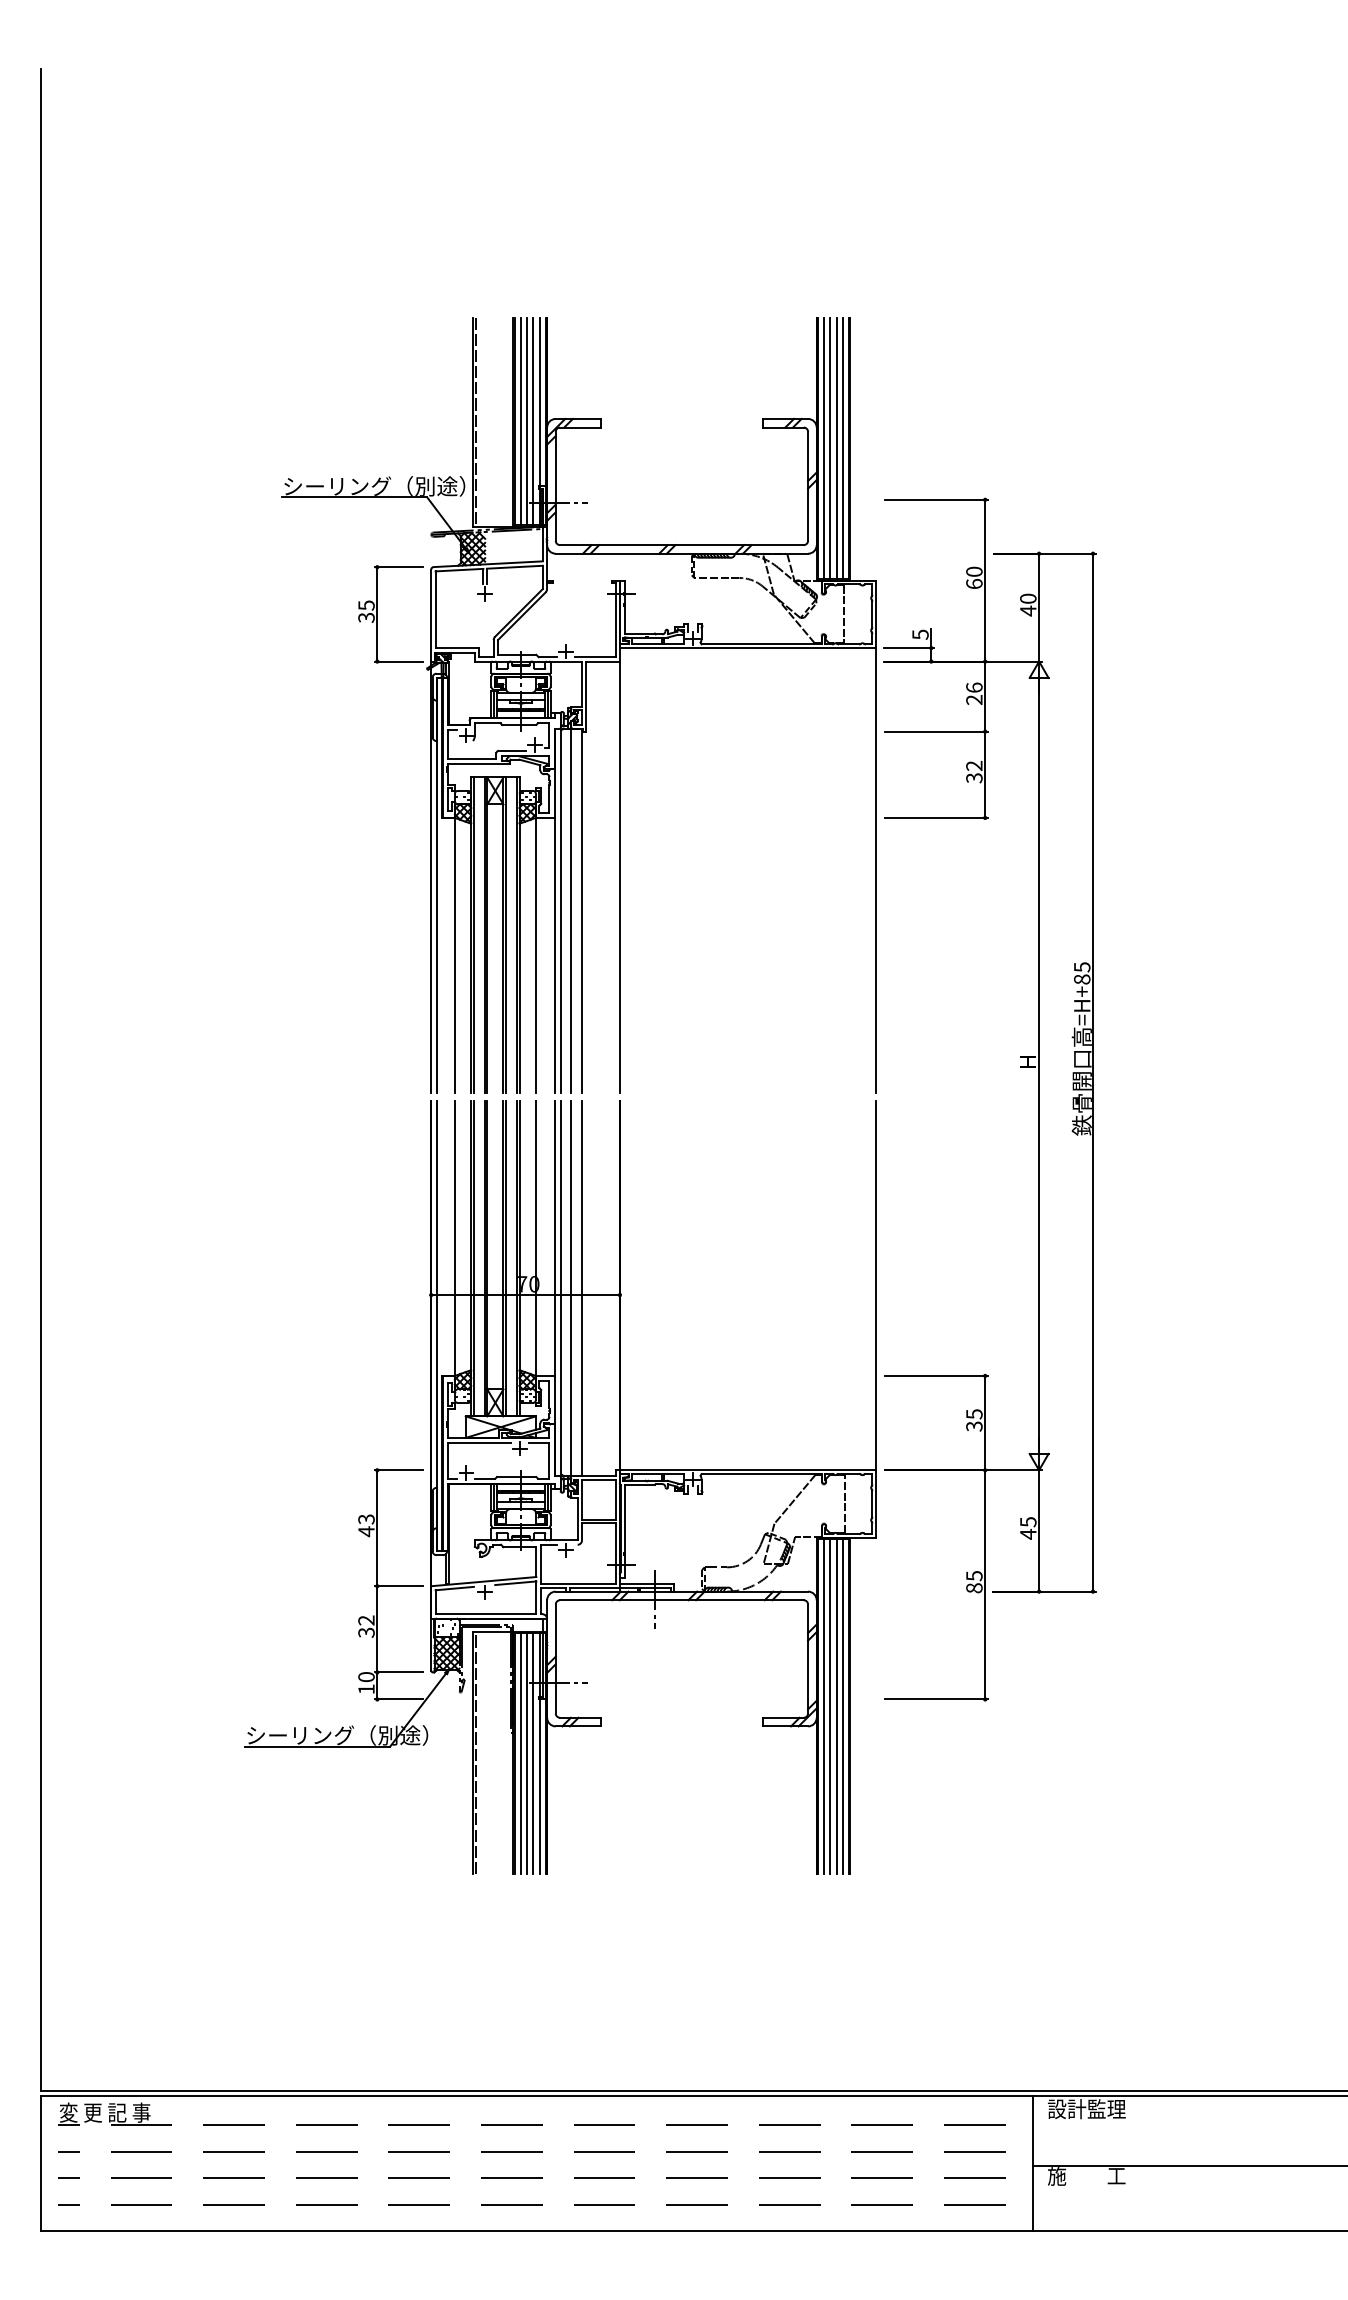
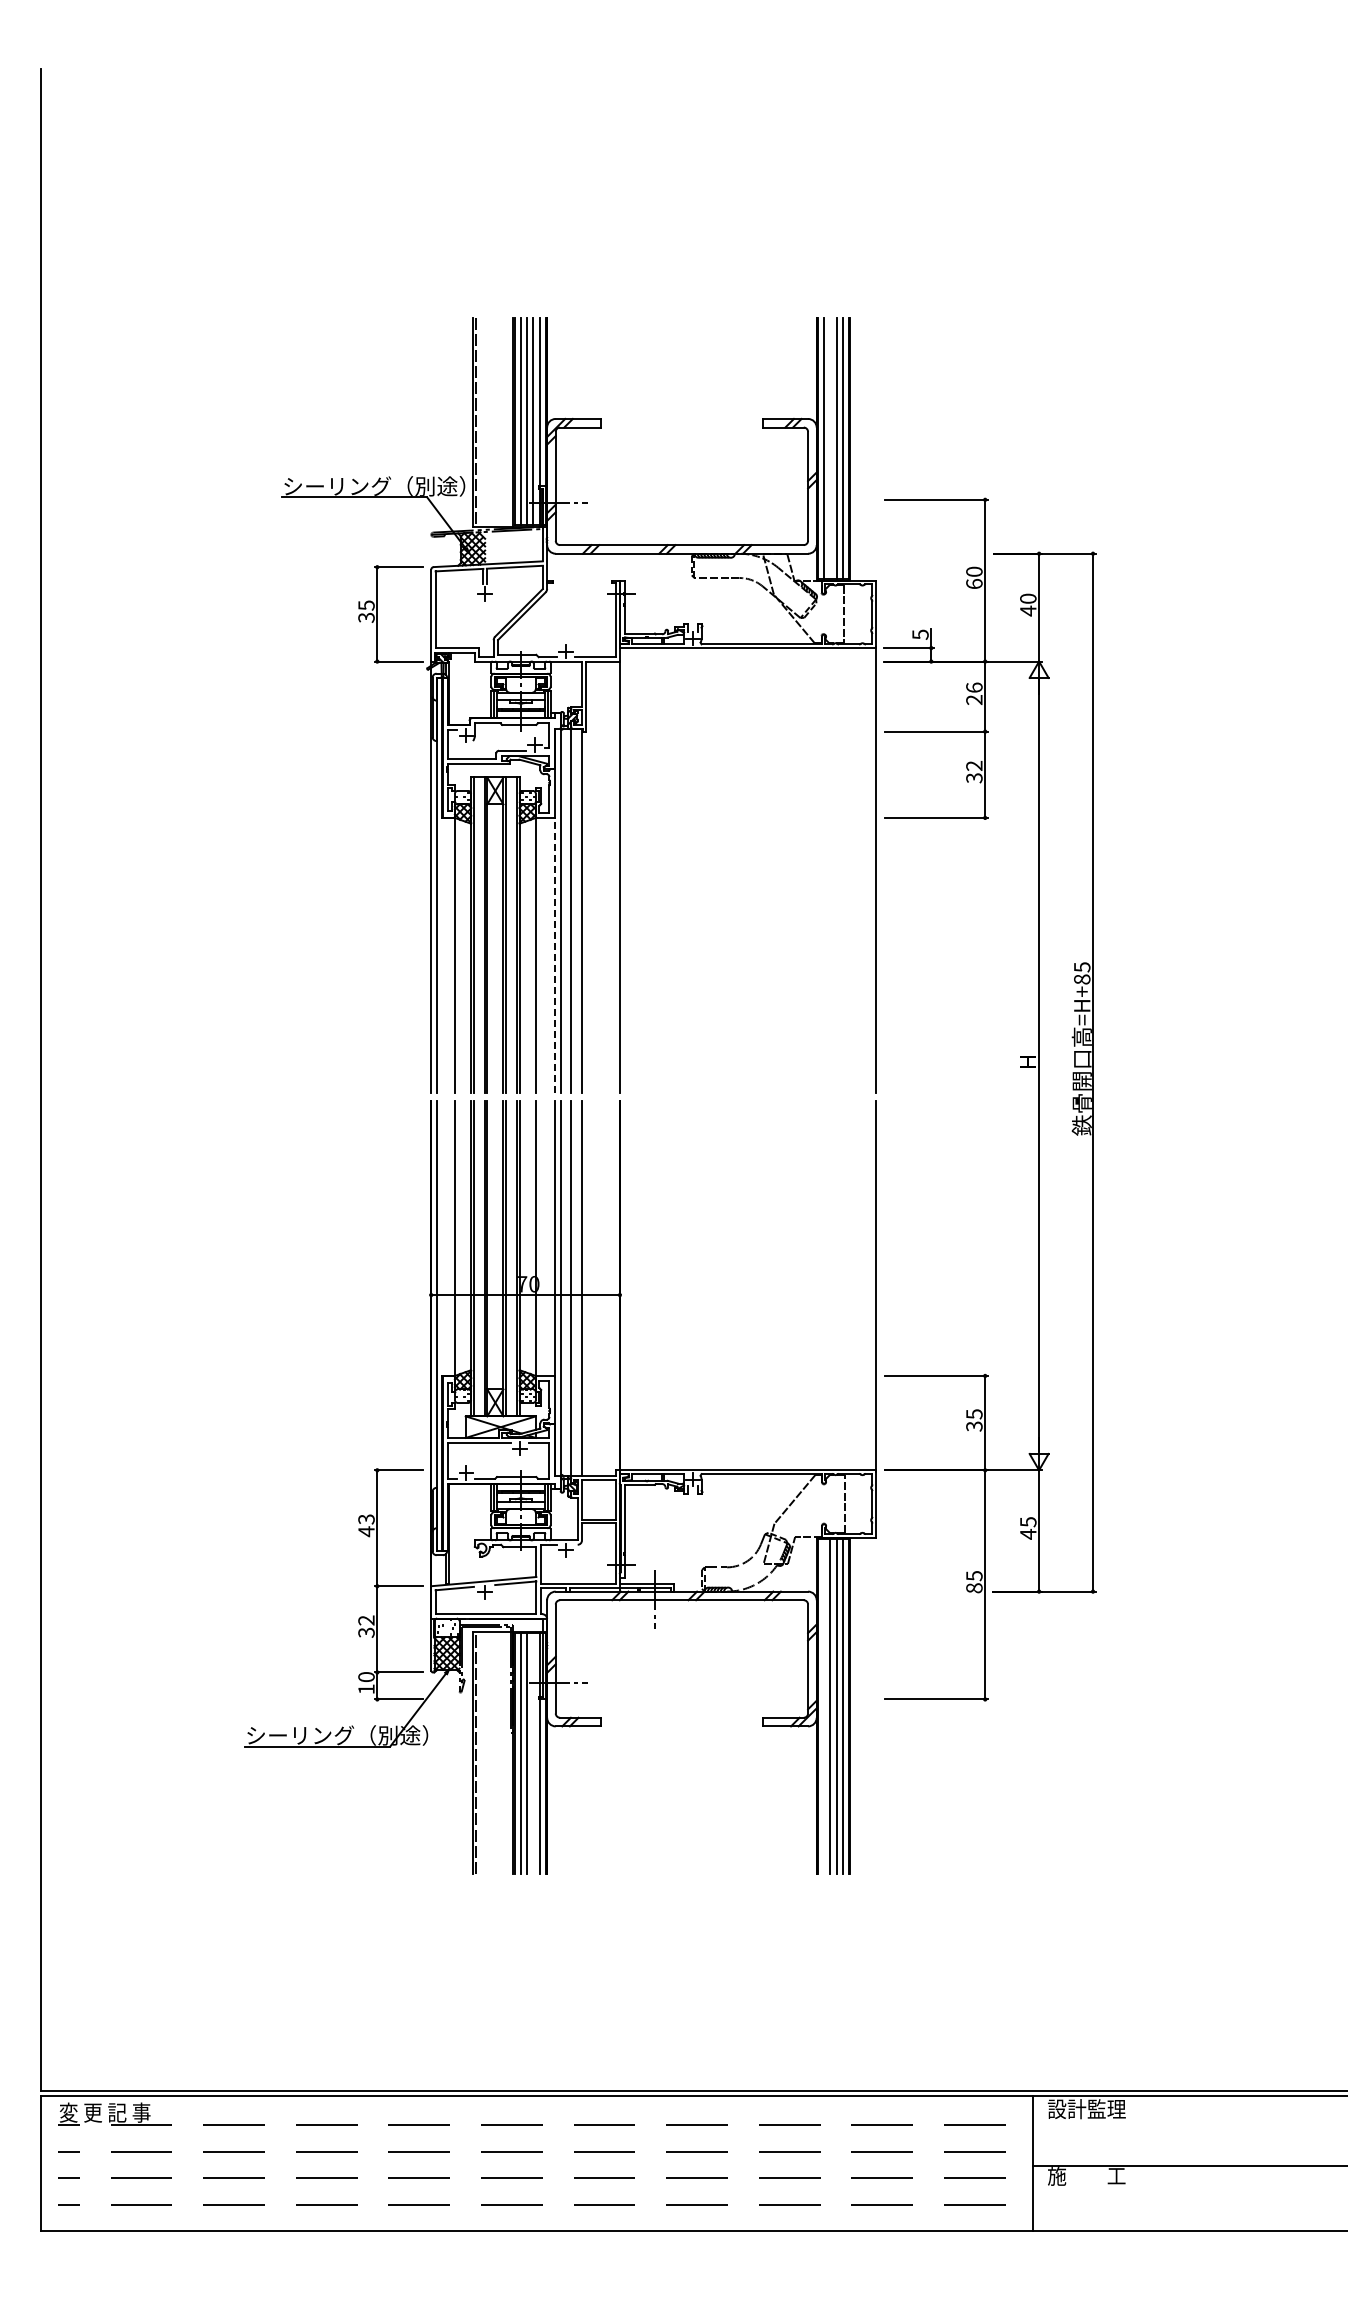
line at (830, 448): present -> none
line at (554, 954): solid -> dashed
line at (824, 1706): present -> none
line at (533, 1753): present -> none
